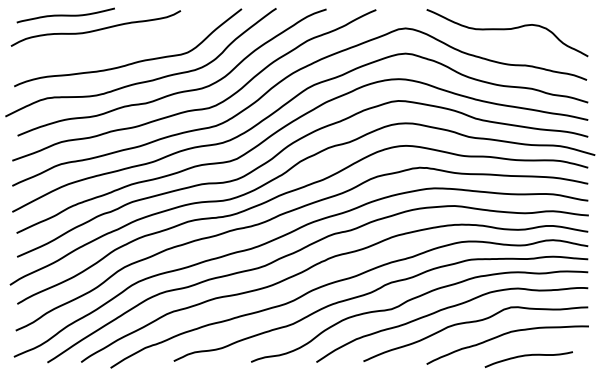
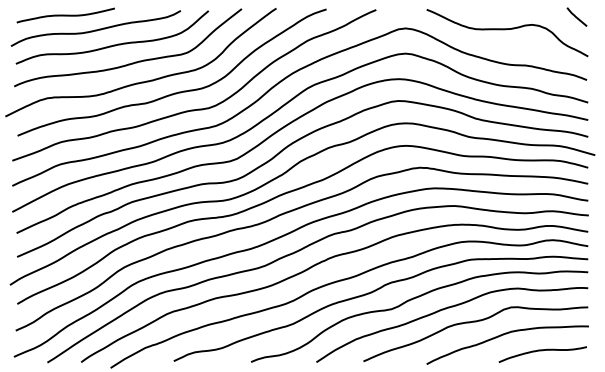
line at (576, 16): none -> present
curve at (113, 44): none -> present
curve at (528, 356) position: (528, 356) -> (542, 351)
